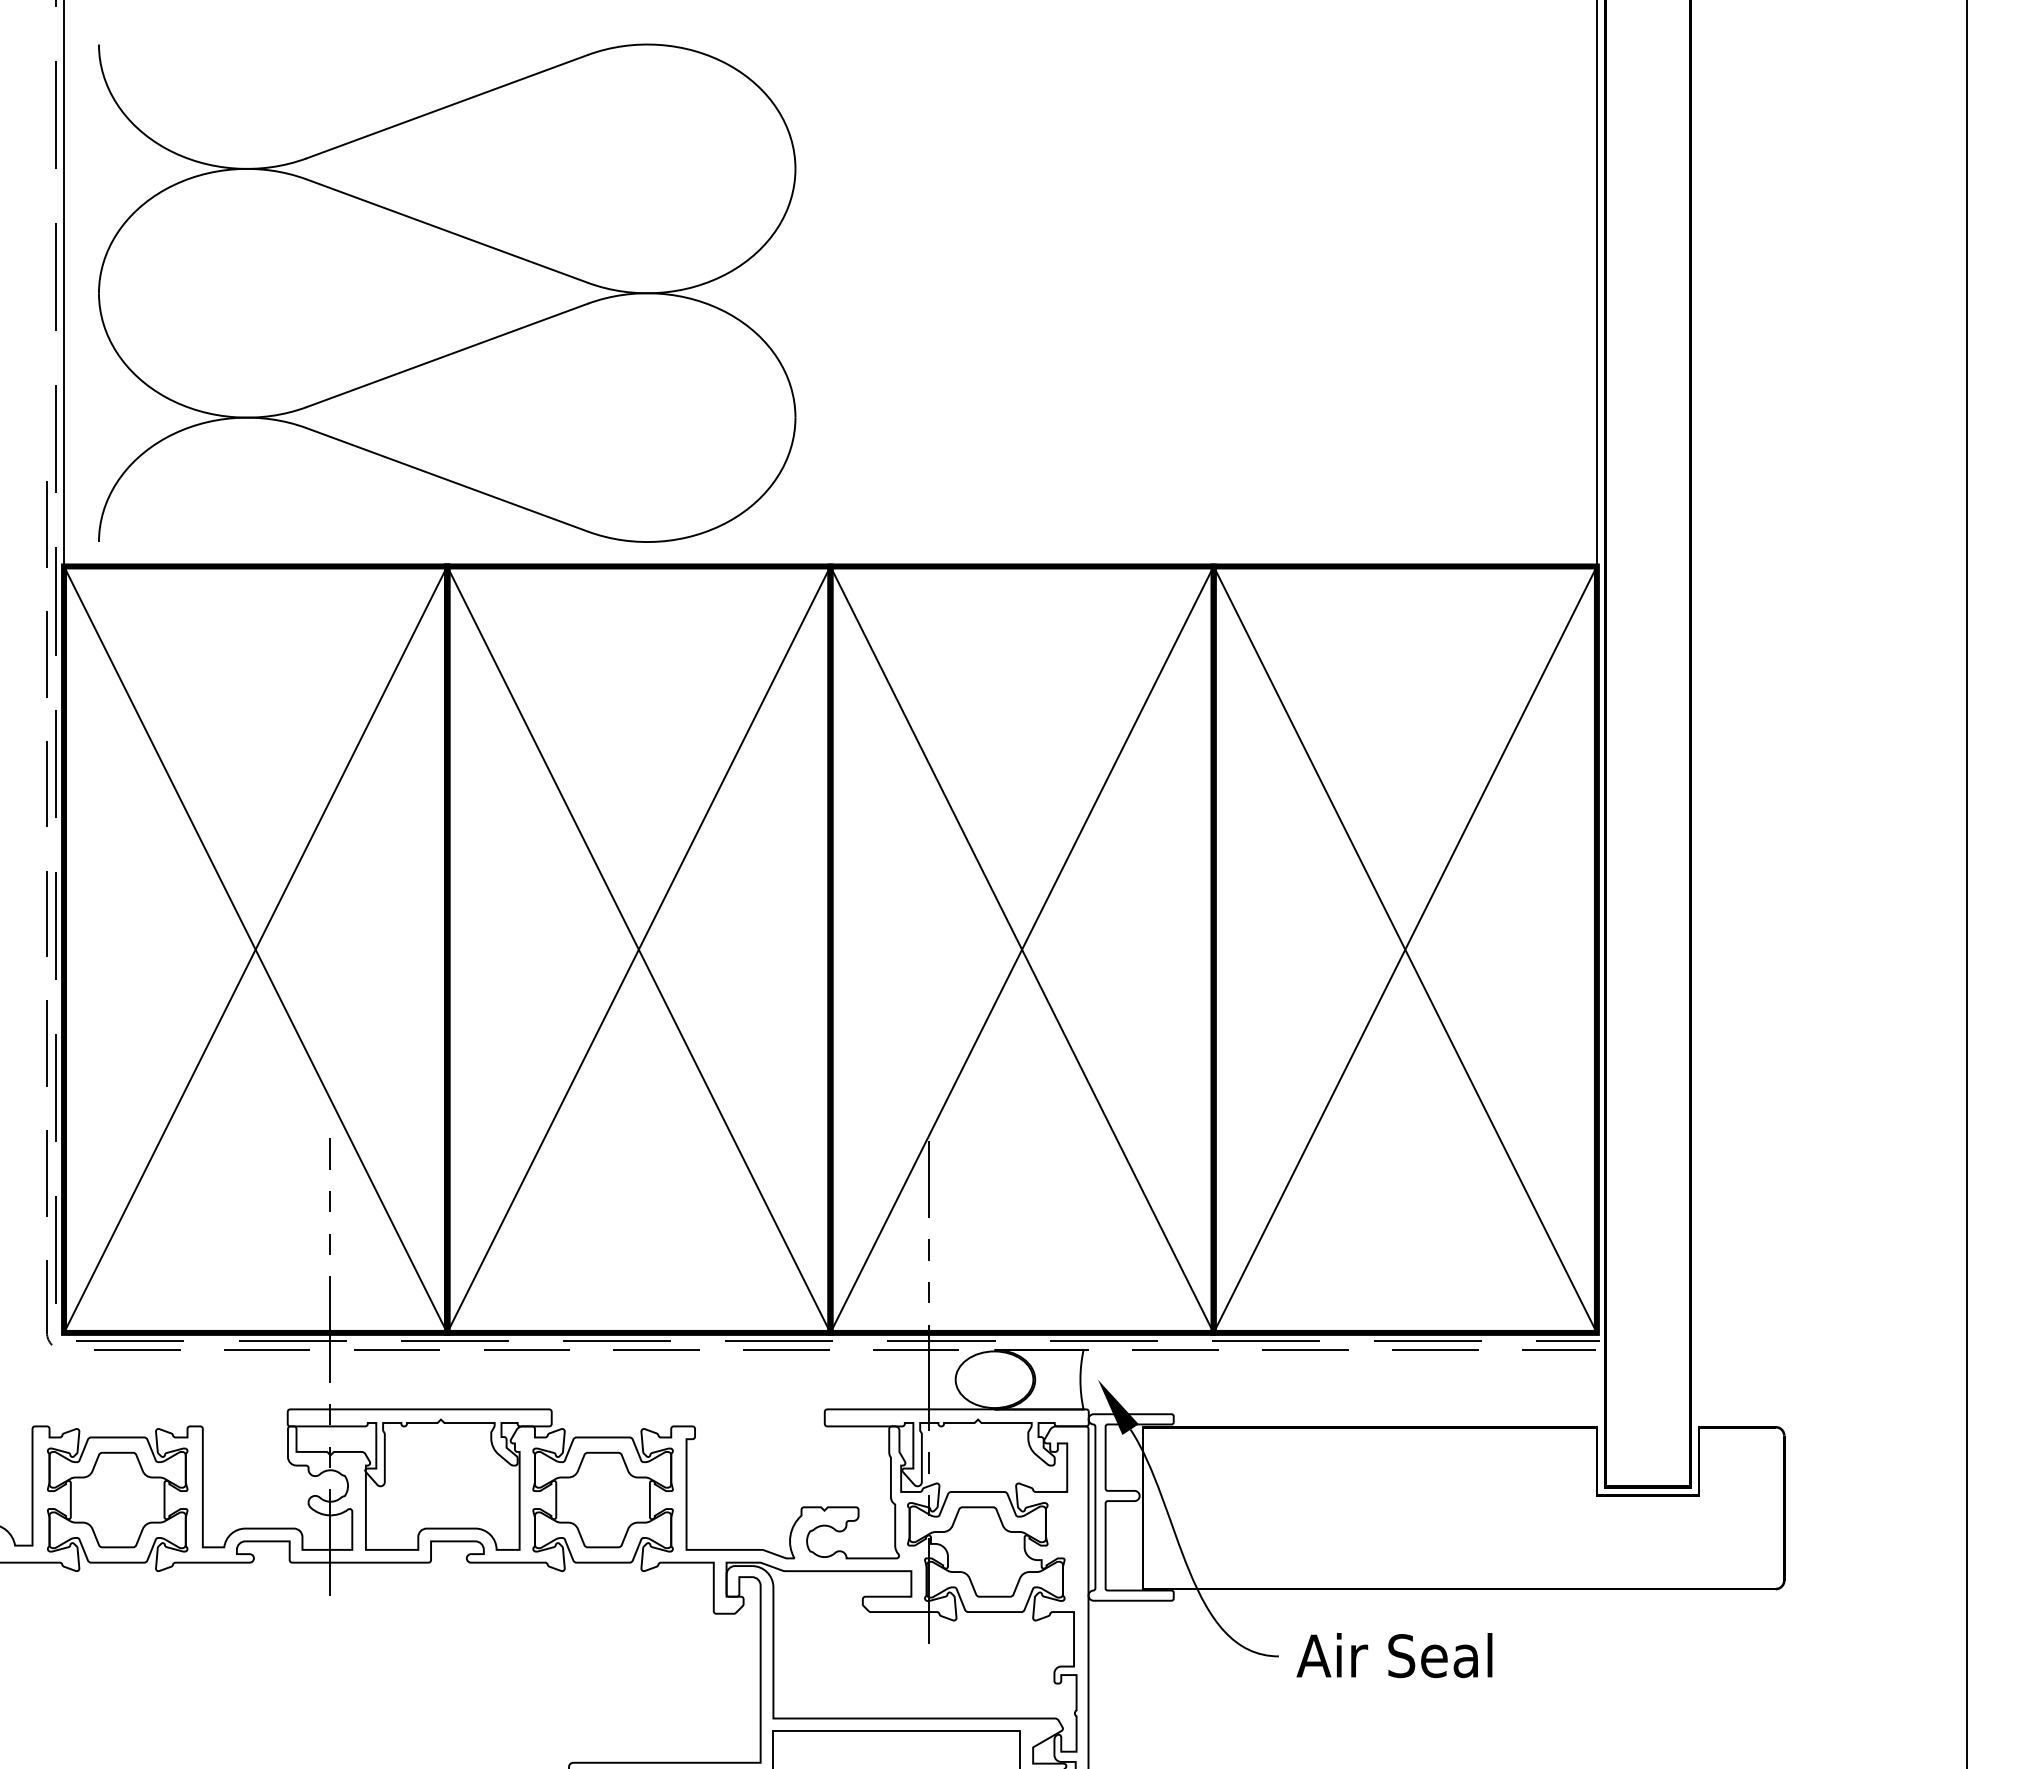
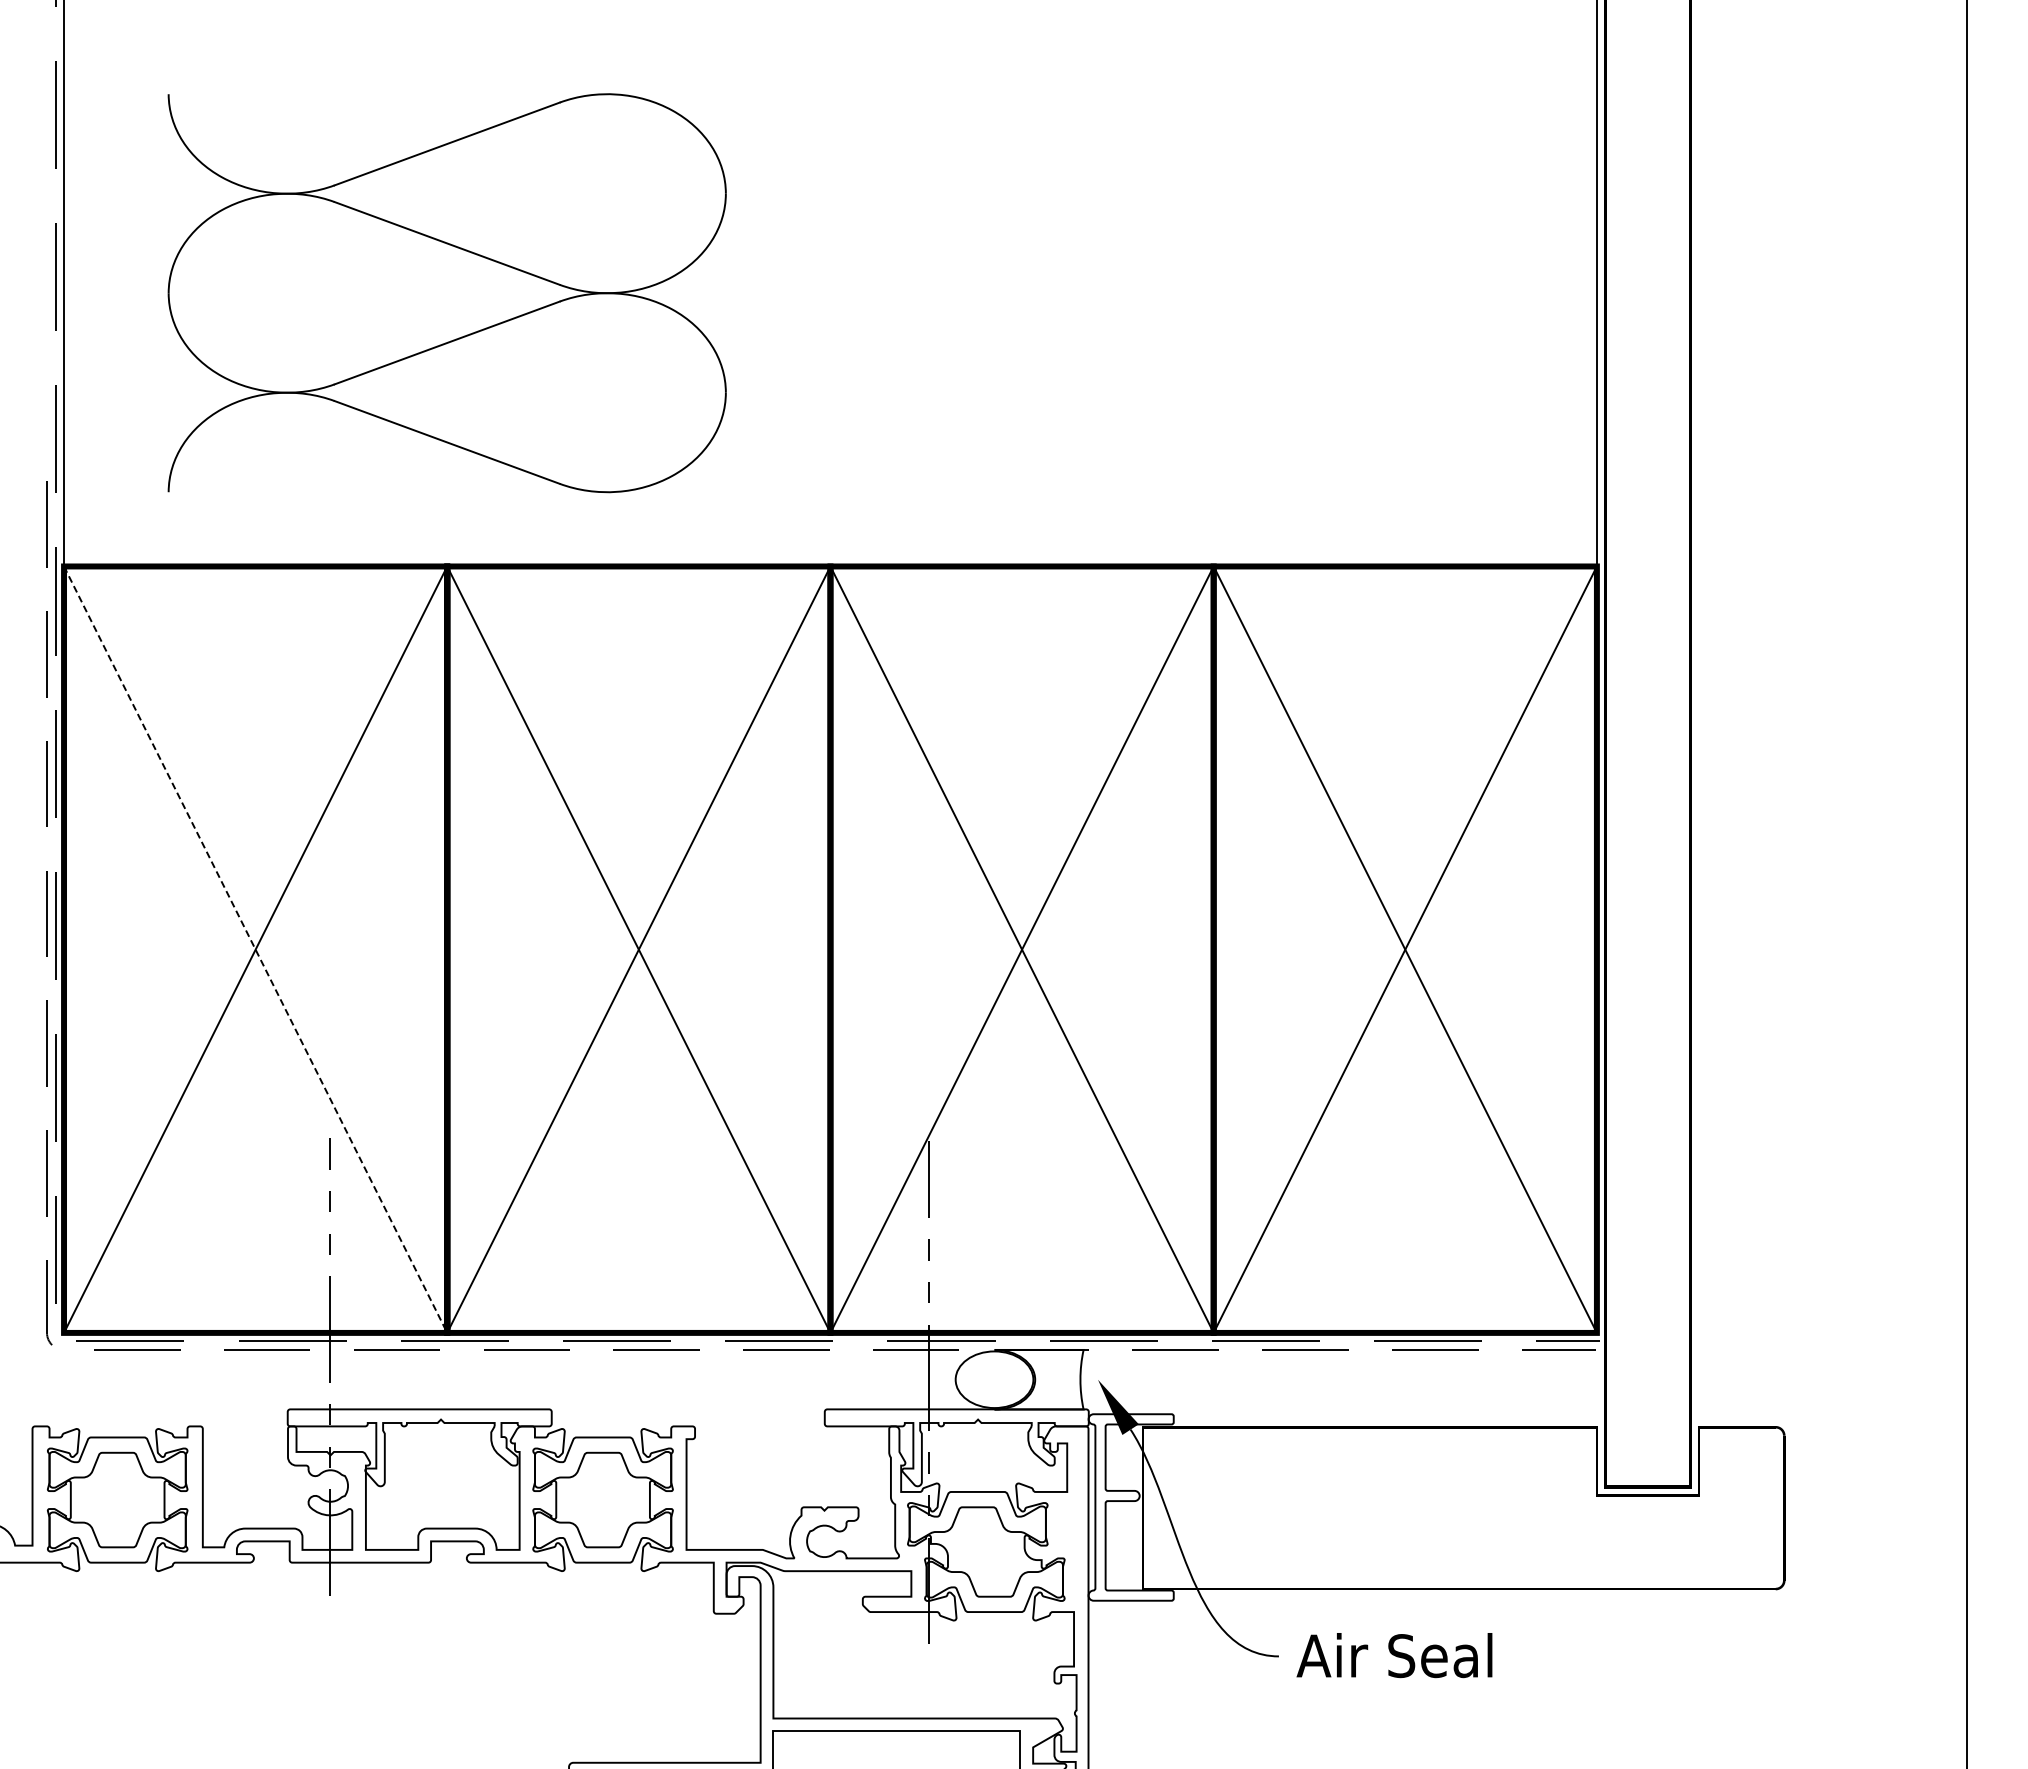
part at (447, 292) size: 699x500 px -> 560x401 px
line at (255, 950): solid -> dashed
